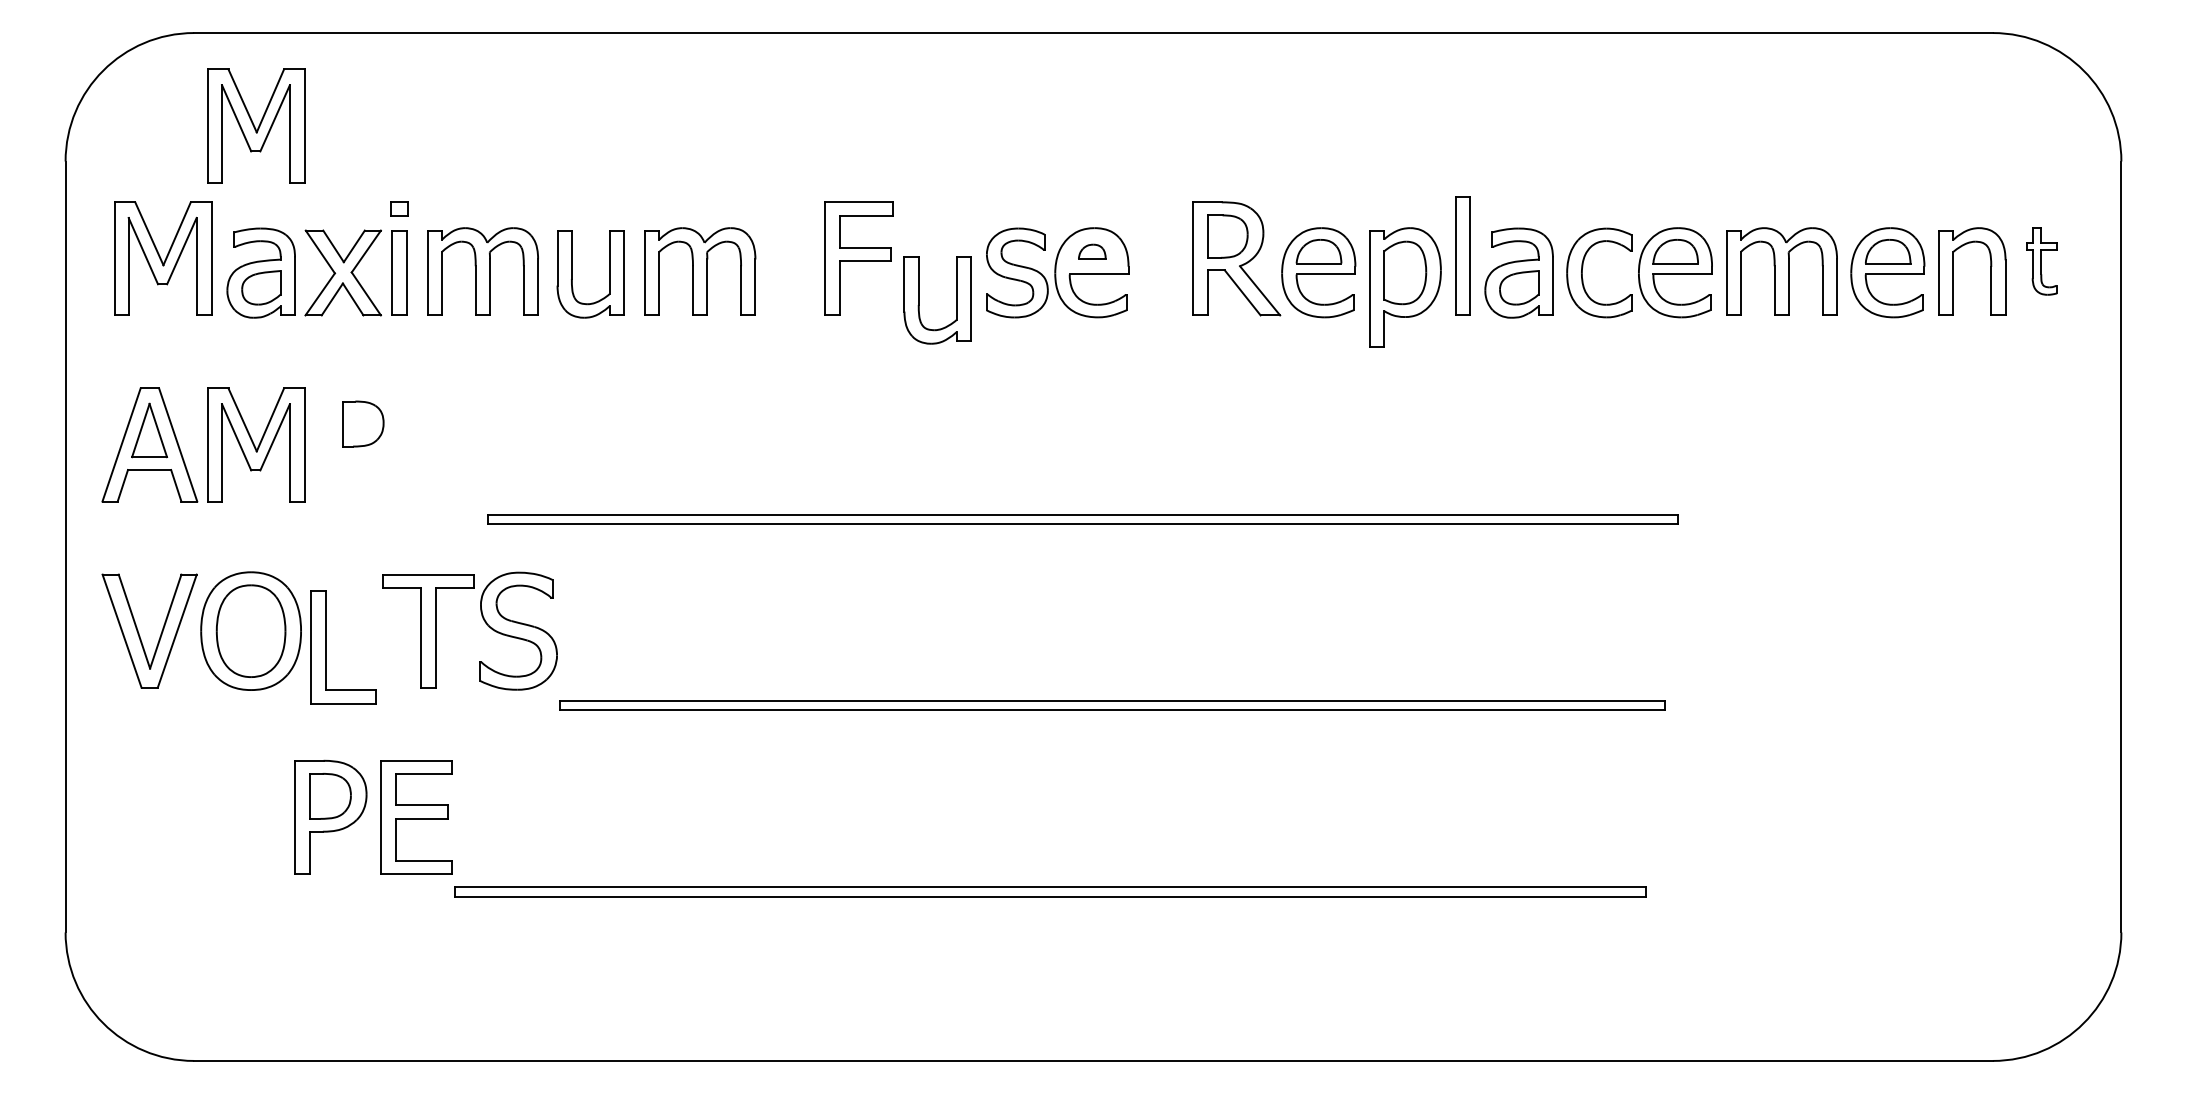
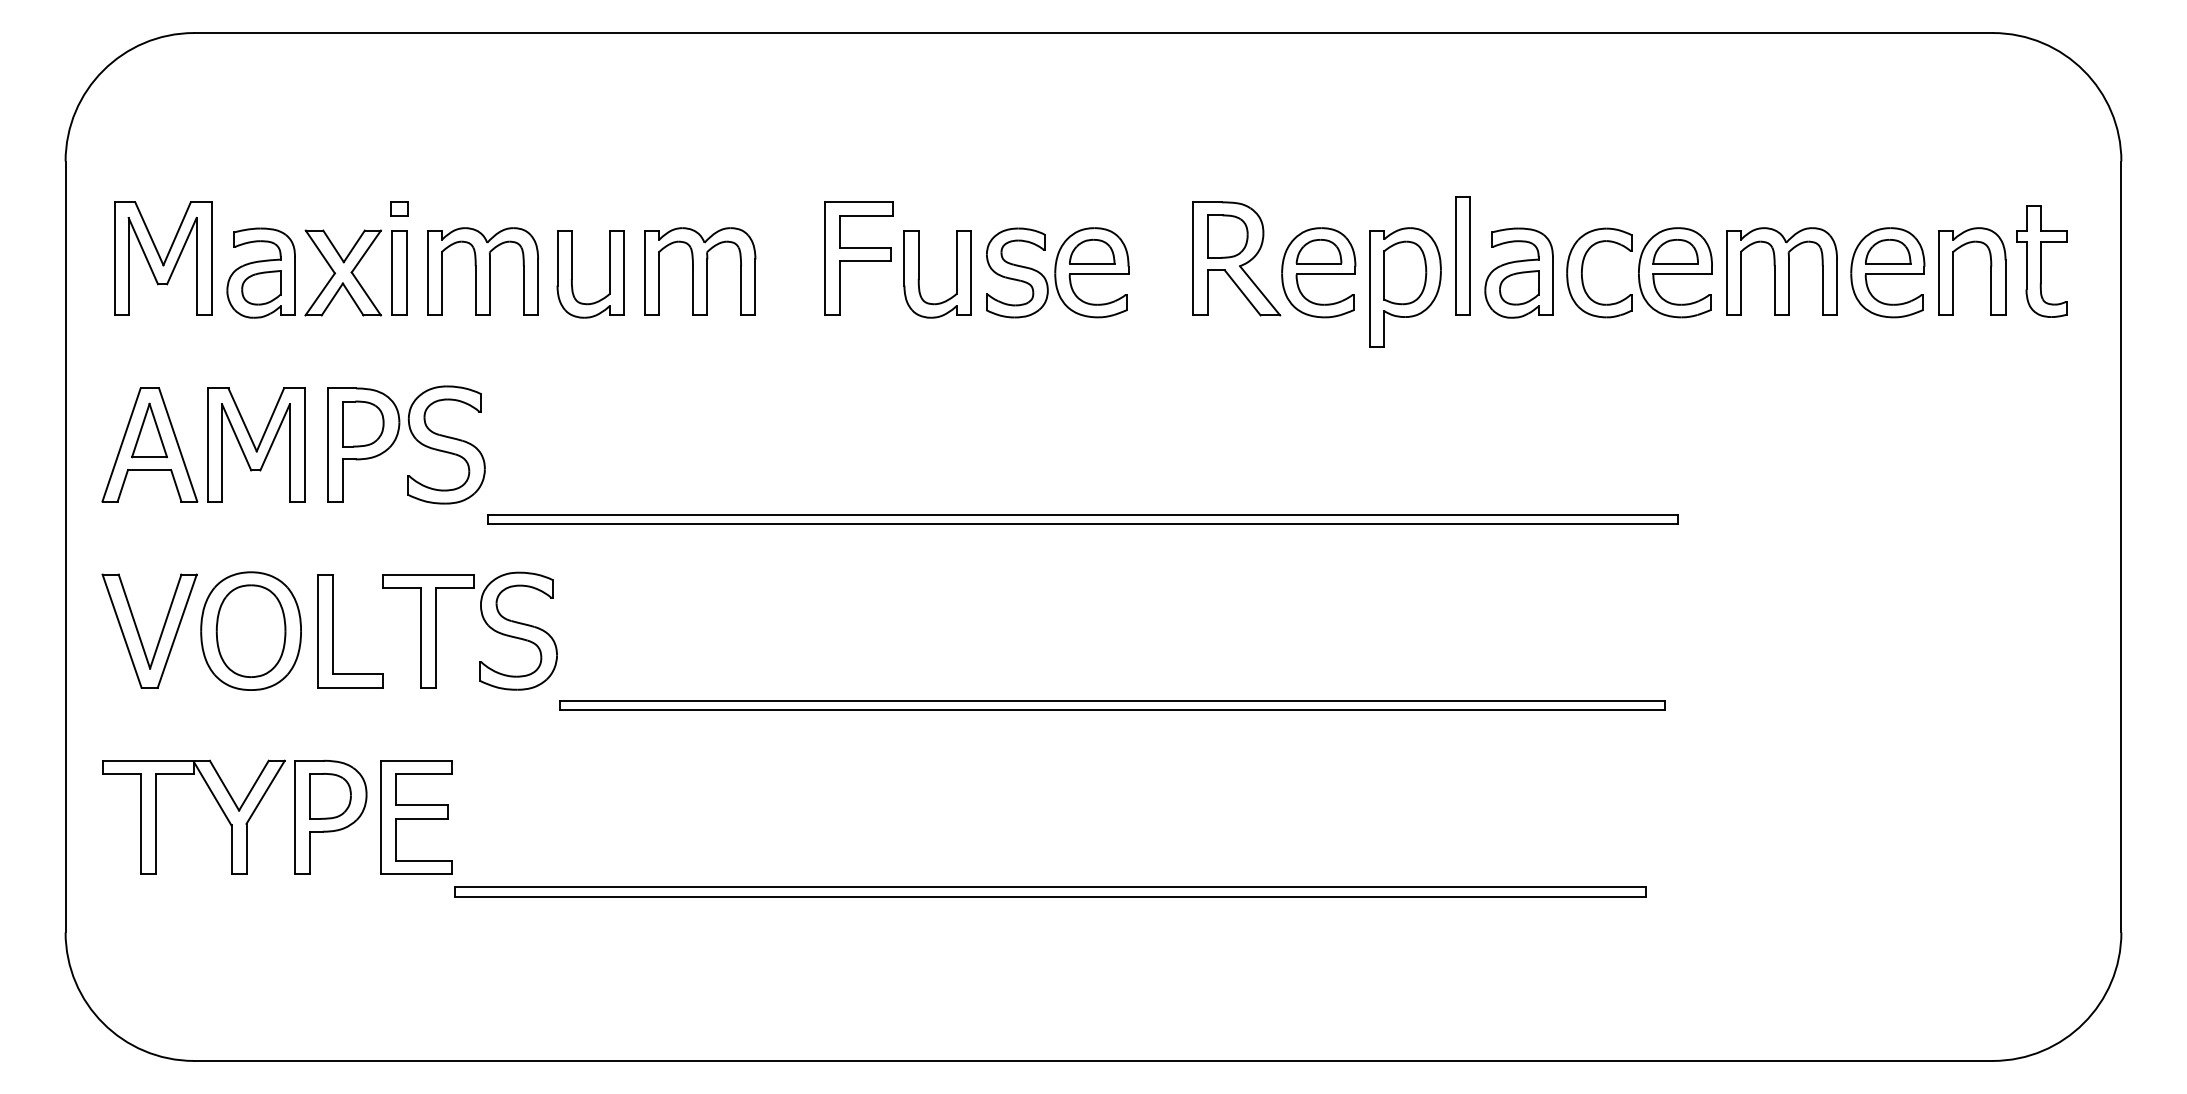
part at (256, 125): present -> none
part at (1092, 251) size: 29x17 px -> 47x26 px
part at (2041, 261) size: 32x69 px -> 52x113 px
part at (919, 300) position: (919, 300) -> (919, 274)
part at (413, 437): none -> present
part at (326, 647) position: (326, 647) -> (333, 631)
part at (216, 802): none -> present
